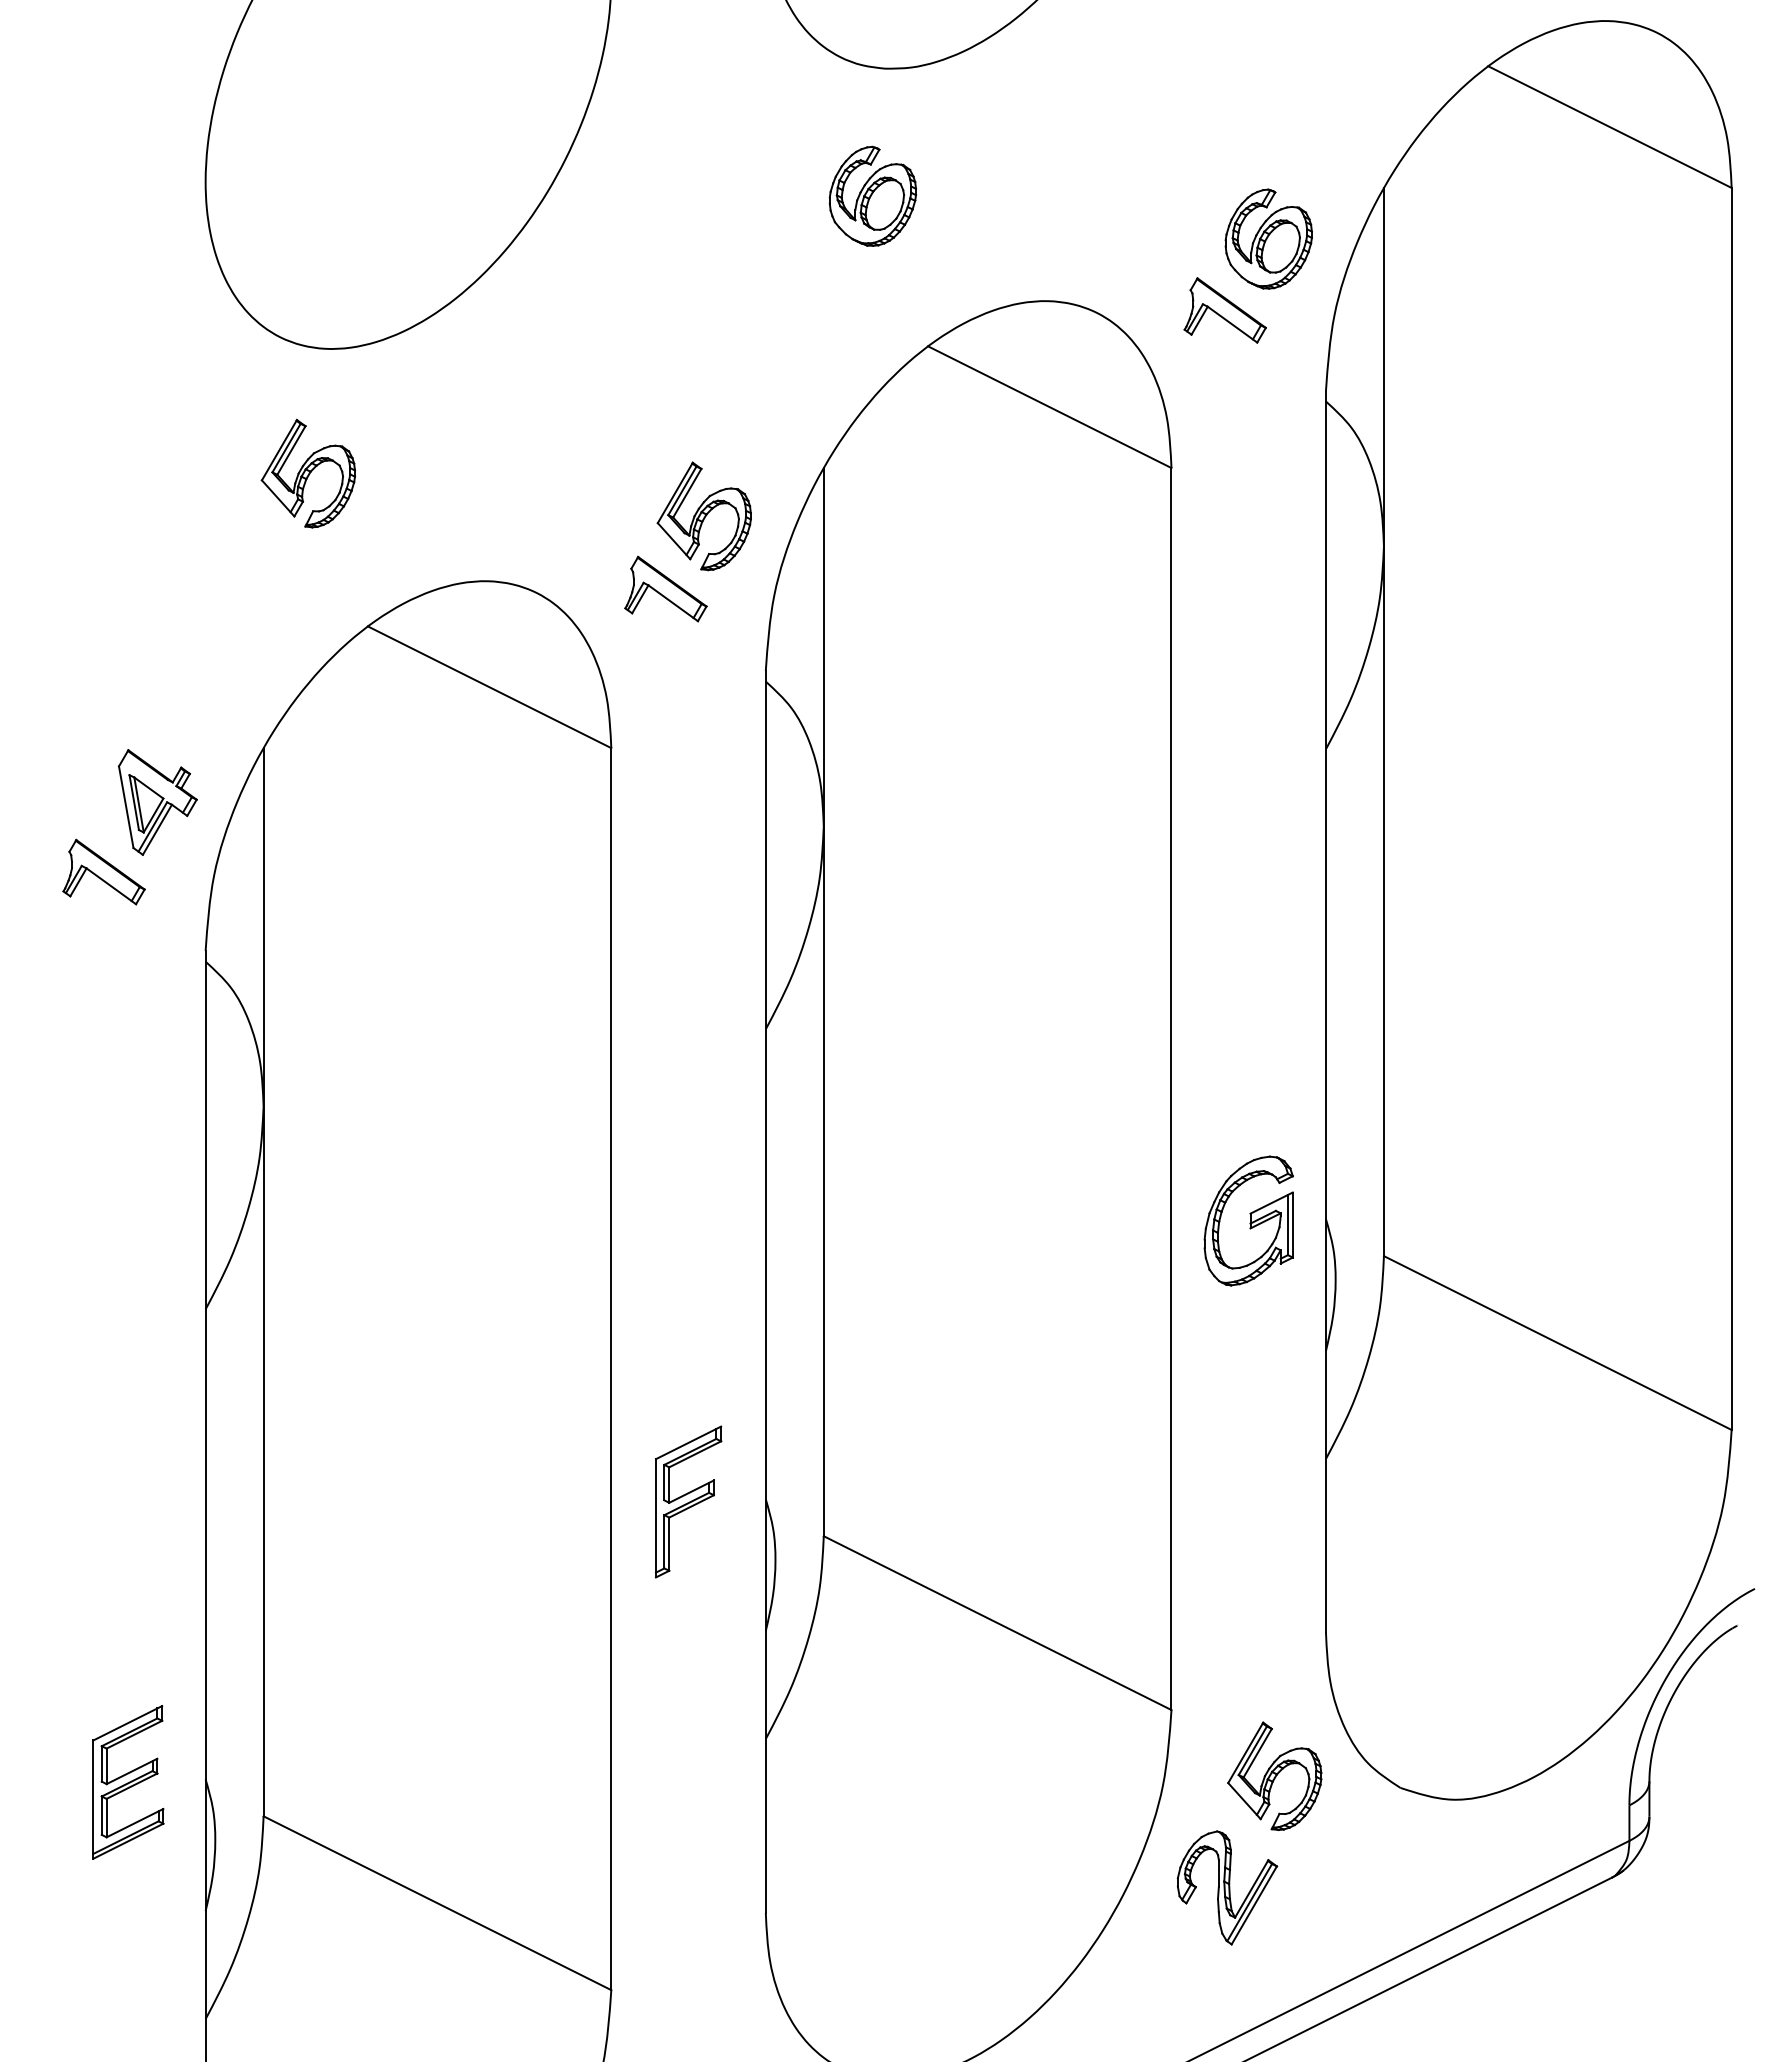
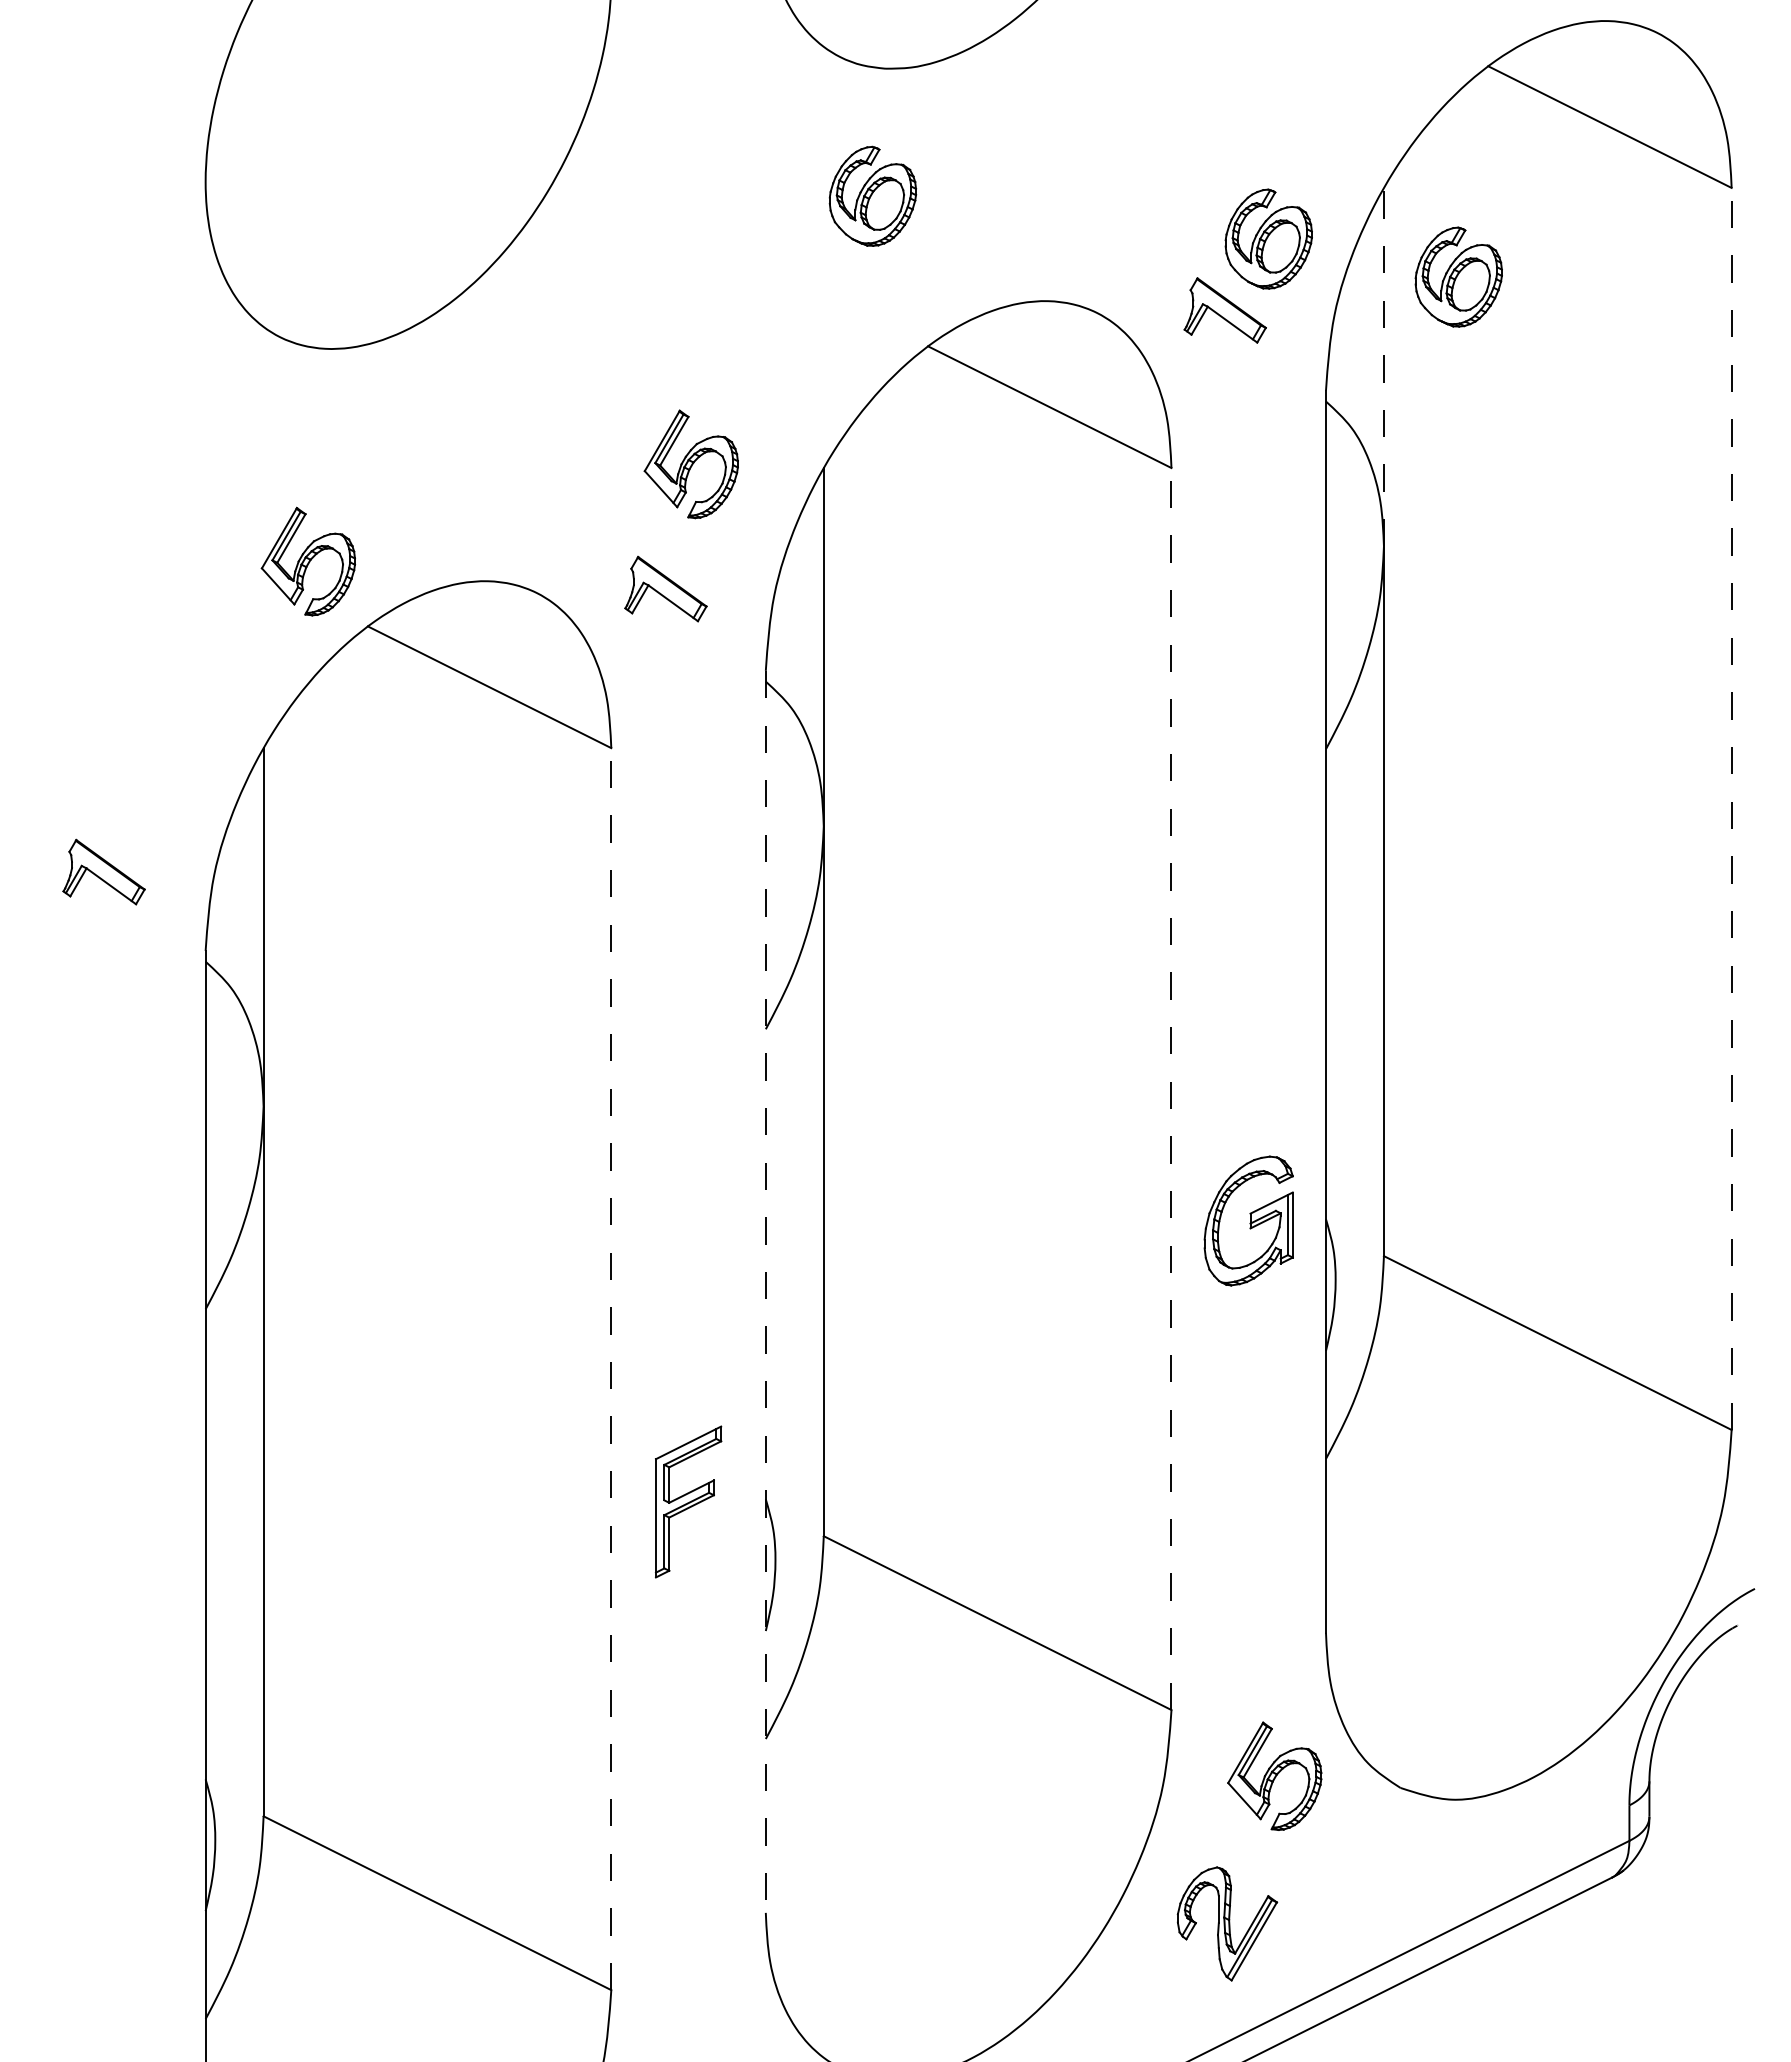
part at (1458, 276): none -> present
line at (1383, 366): solid -> dashed
part at (308, 473) position: (308, 473) -> (308, 561)
part at (703, 516) position: (703, 516) -> (690, 464)
part at (157, 802): present -> none
line at (1731, 808): solid -> dashed
line at (1171, 1088): solid -> dashed
line at (765, 1292): solid -> dashed
line at (611, 1368): solid -> dashed
part at (128, 1782): present -> none
part at (1227, 1887) position: (1227, 1887) -> (1227, 1923)
